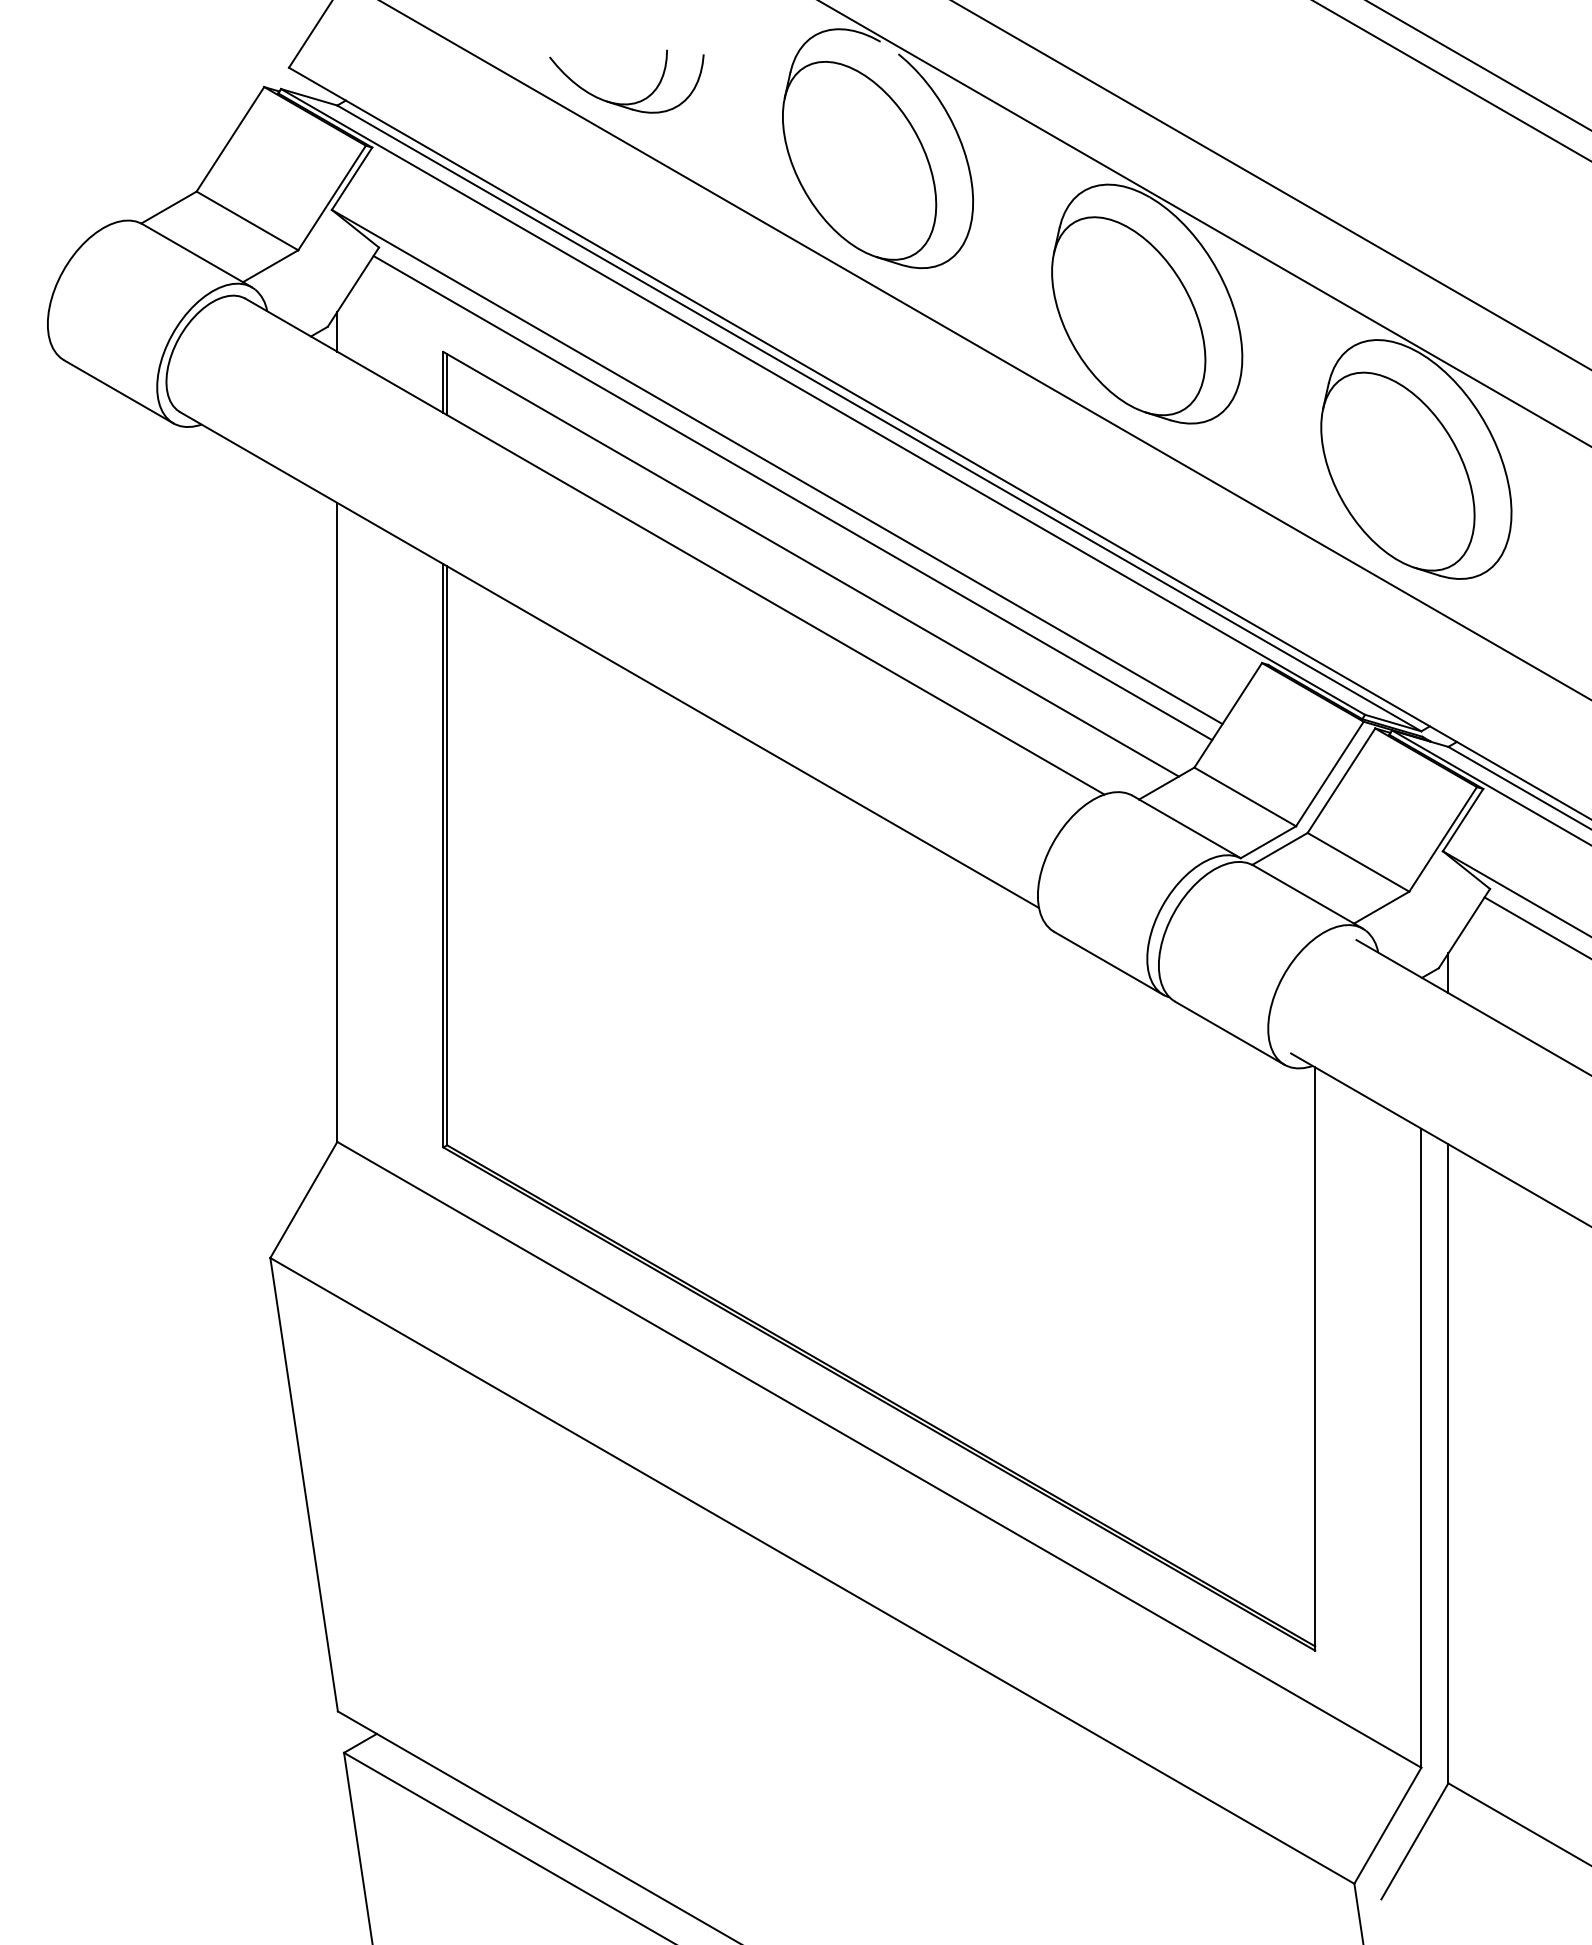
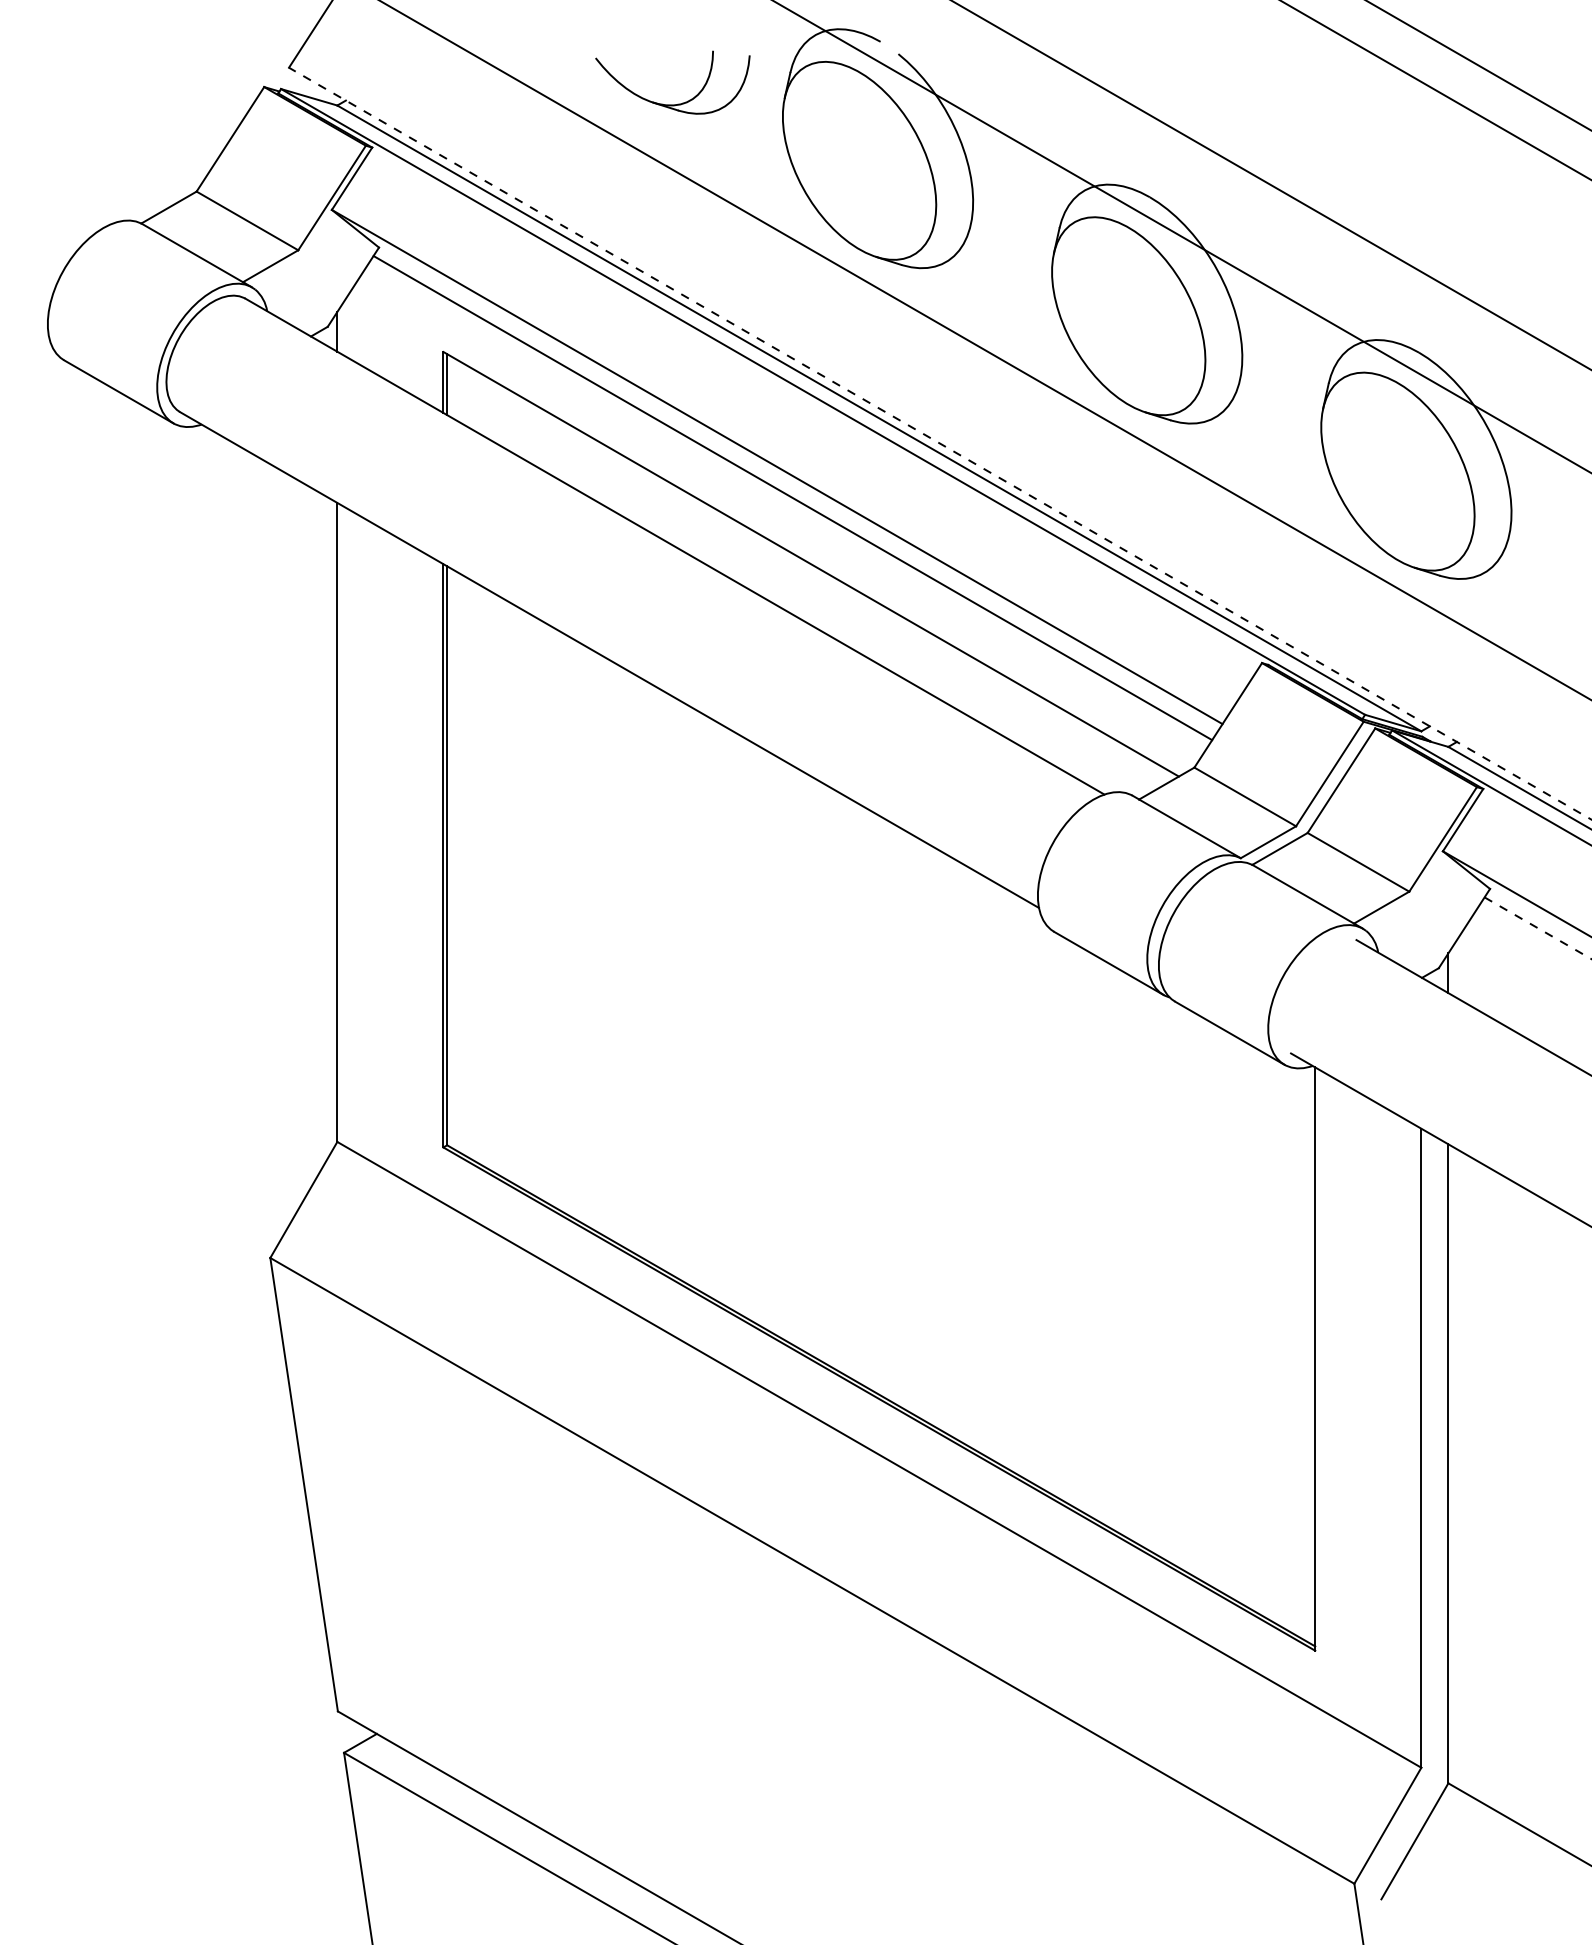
line at (1451, 80) position: (1451, 80) -> (1435, 90)
part at (632, 102) position: (632, 102) -> (678, 103)
line at (1204, 223) position: (1204, 223) -> (1181, 236)
line at (940, 443): solid -> dashed
line at (1538, 928): solid -> dashed
